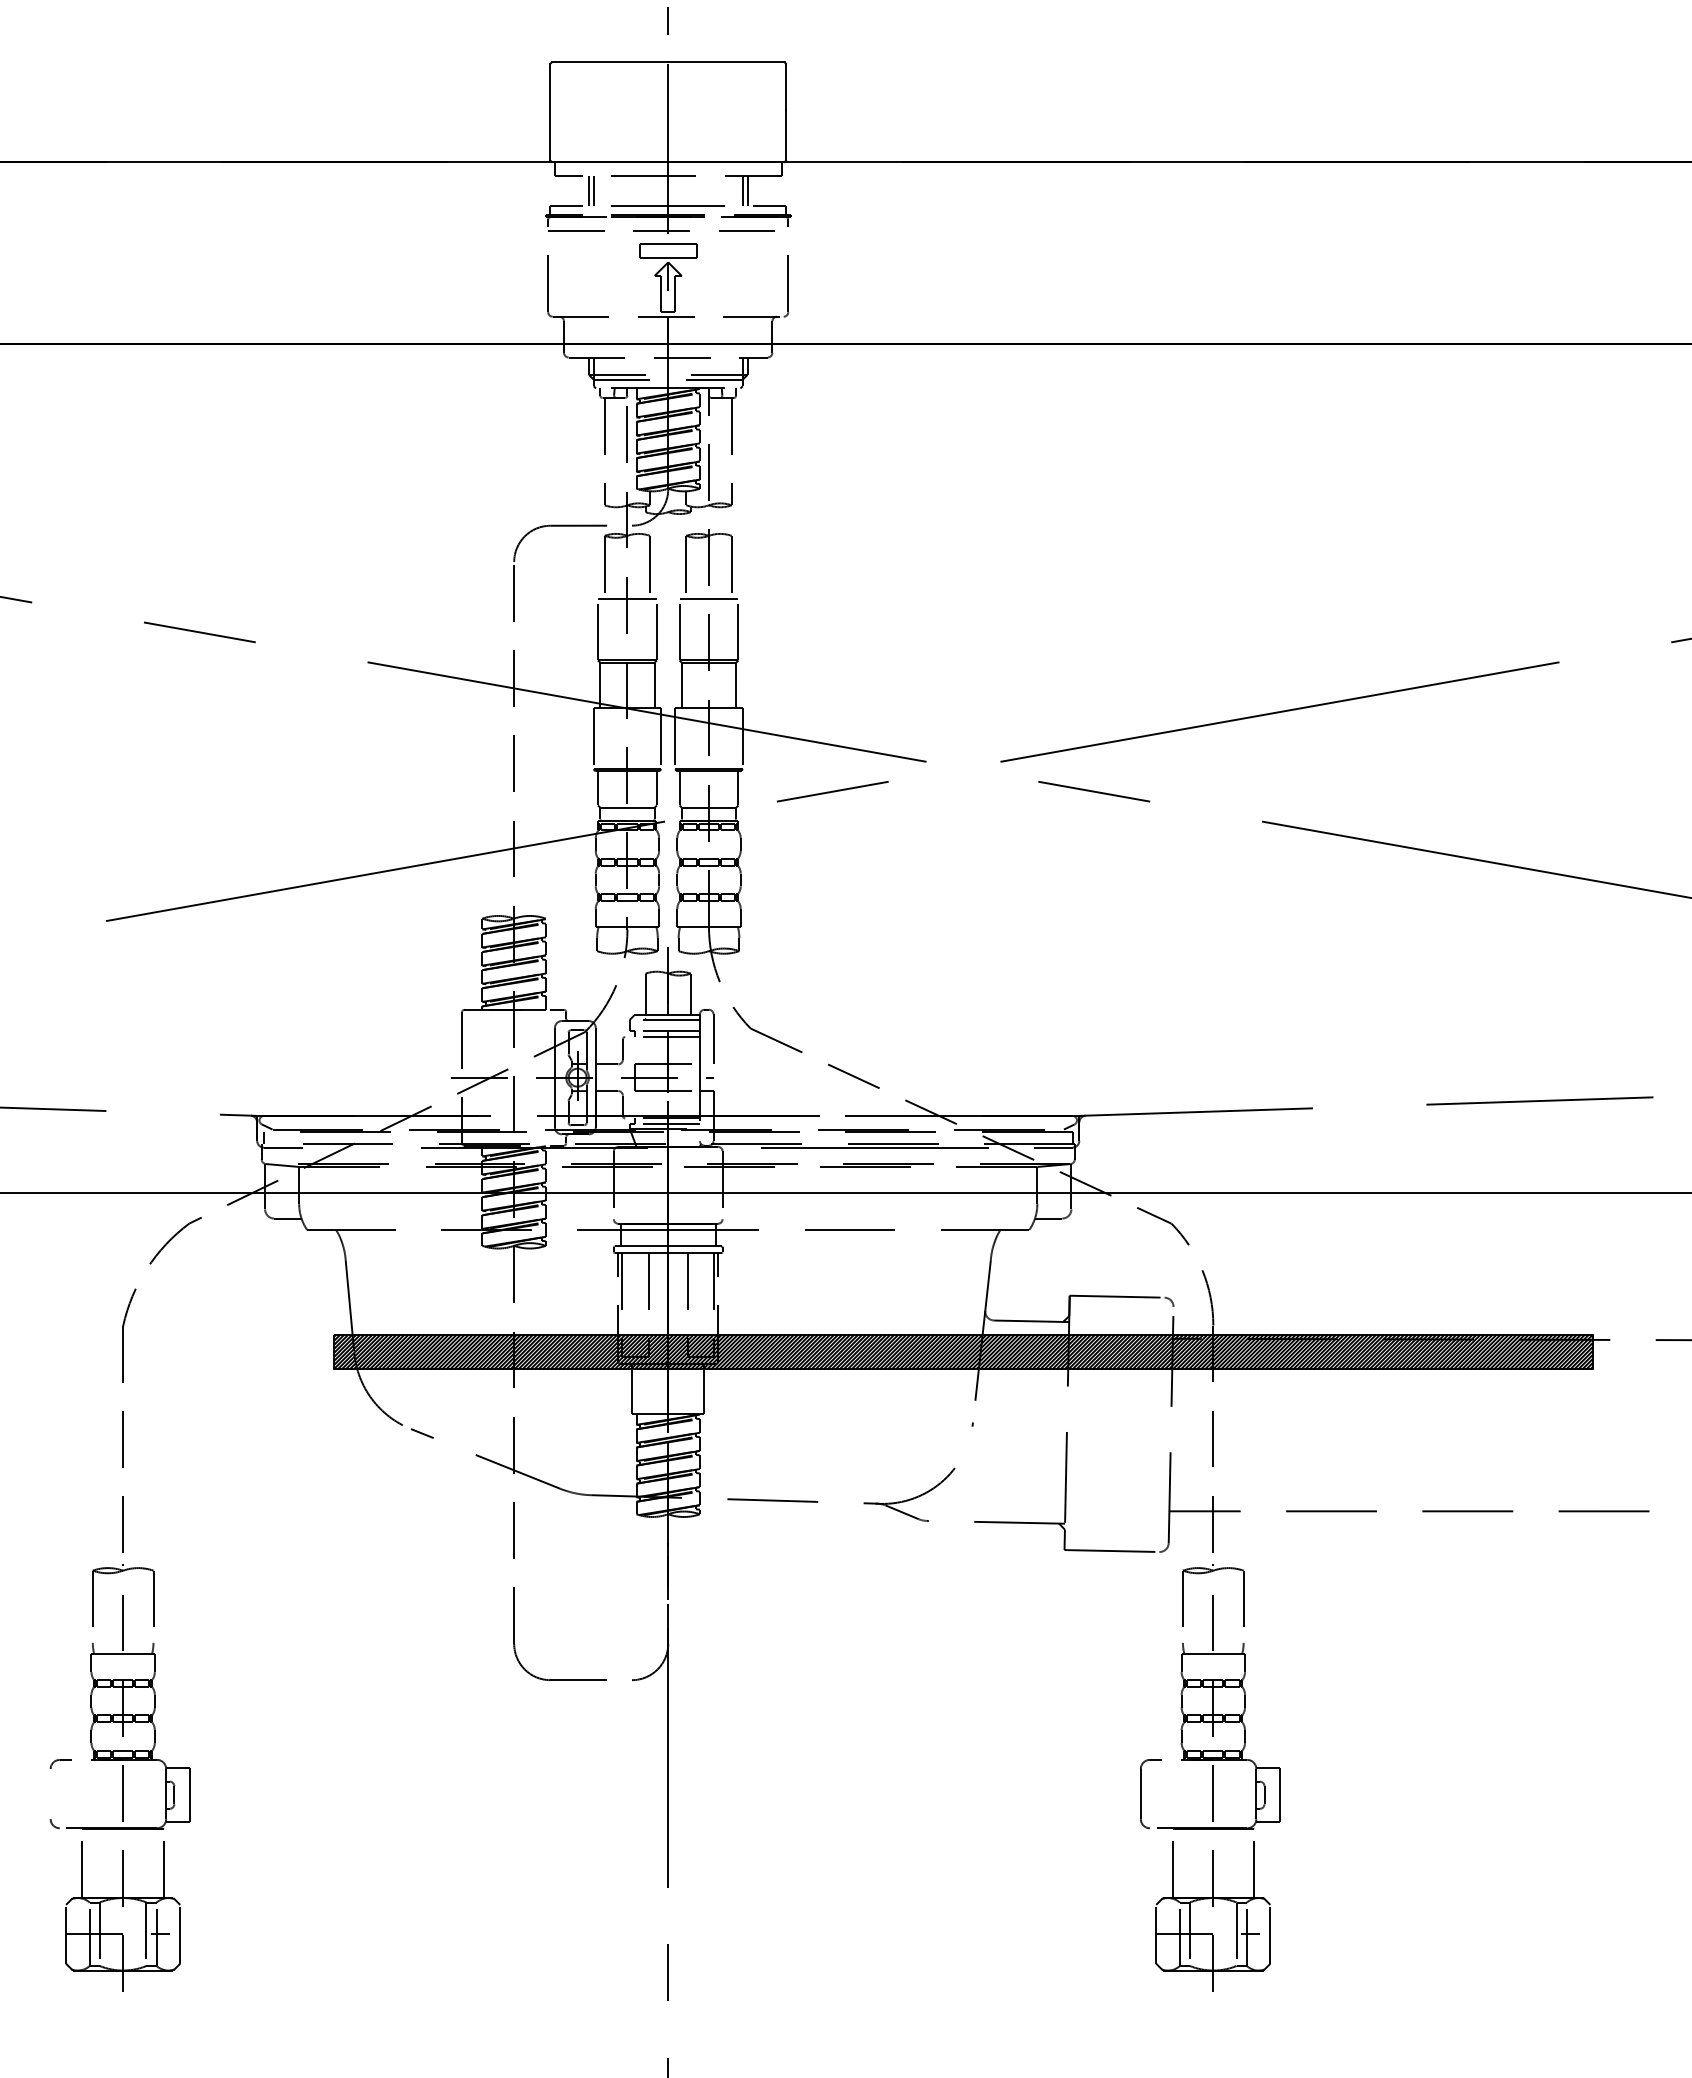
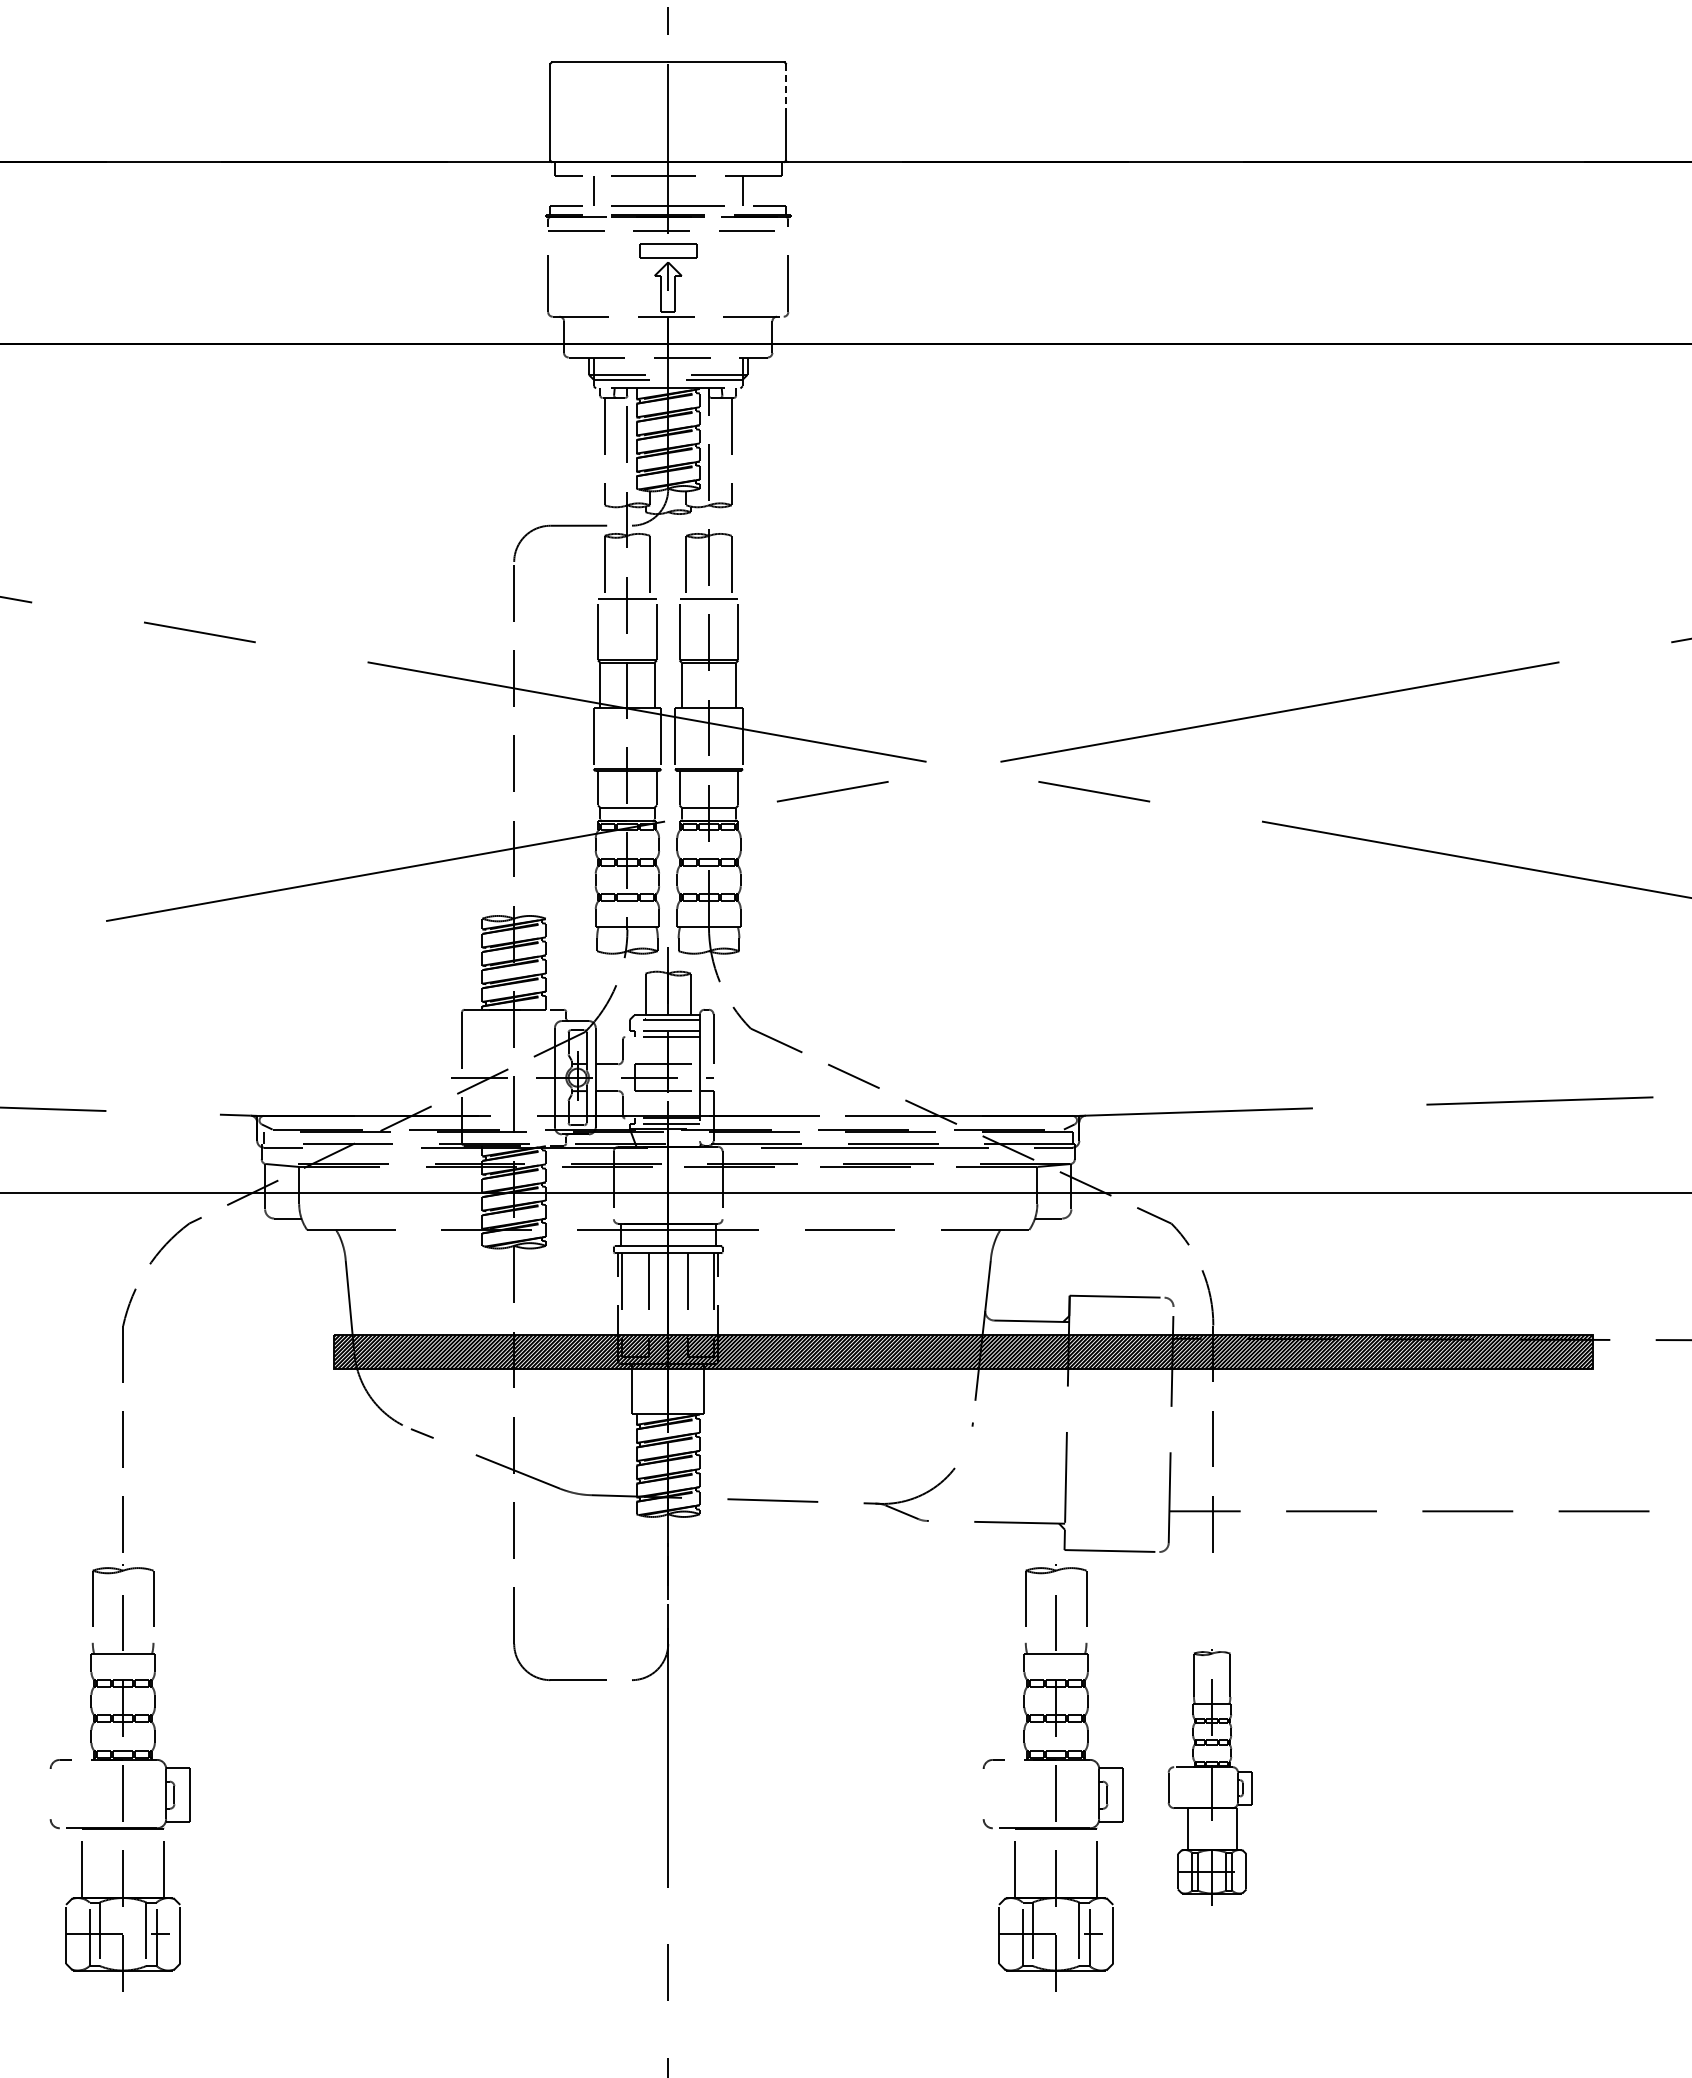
line at (786, 87): solid -> dashed
line at (588, 190): present -> none
line at (747, 190): present -> none
part at (1052, 1777): none -> present
part at (1210, 1777) size: 141x428 px -> 86x257 px
